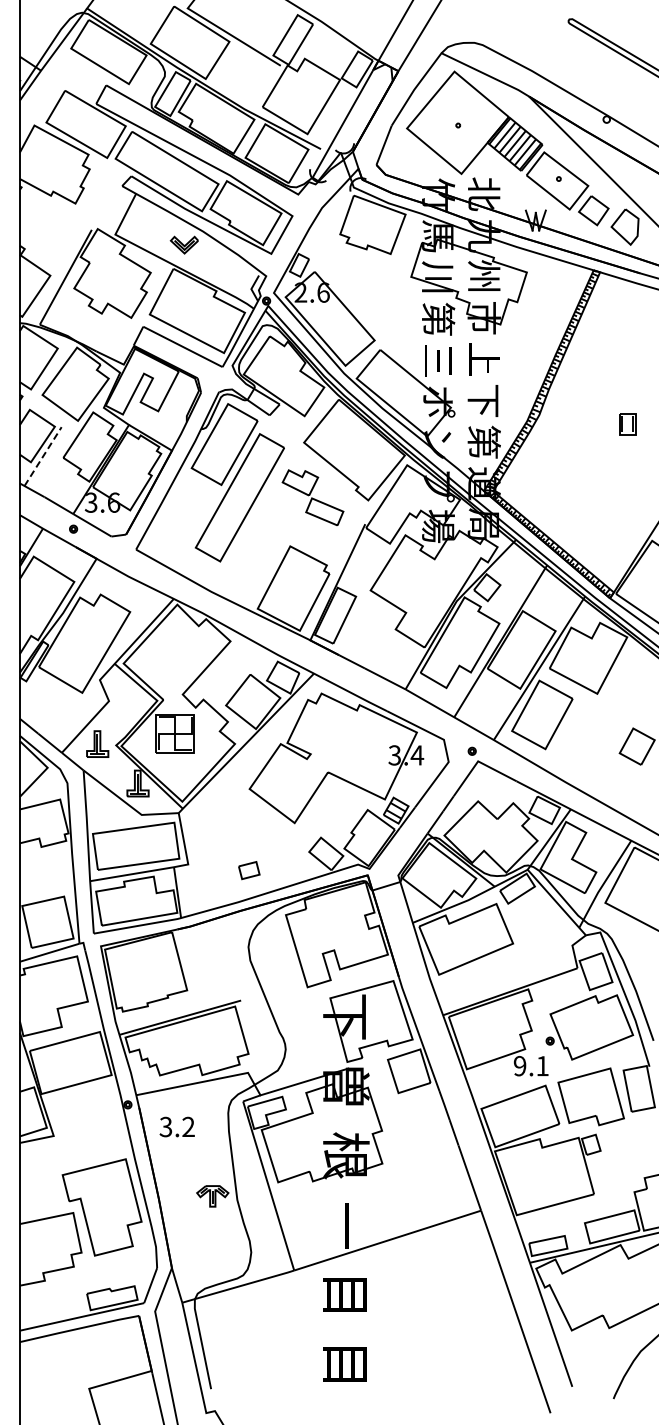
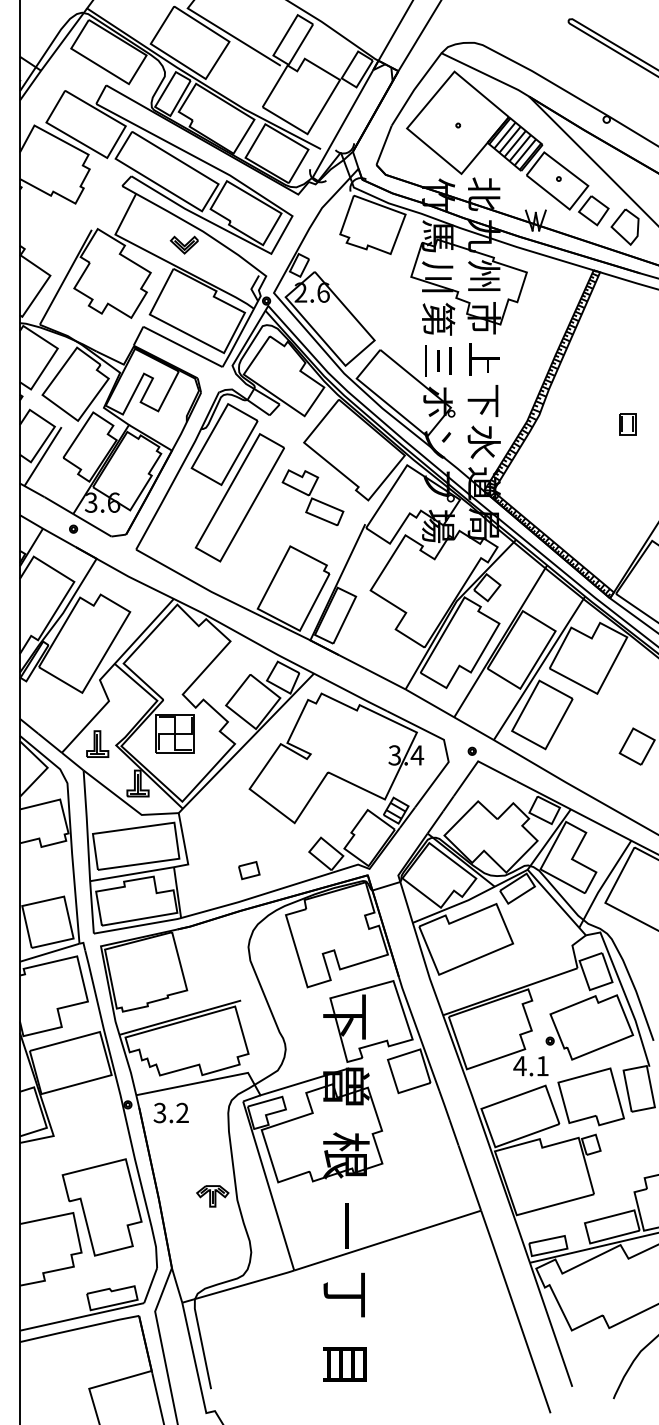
text at (483, 442): 第 -> 水
line at (43, 456): dashed -> solid
text at (519, 1066): 9.1 -> 4.1
text at (176, 1126) position: (176, 1126) -> (170, 1112)
text at (344, 1294): 目 -> 丁
